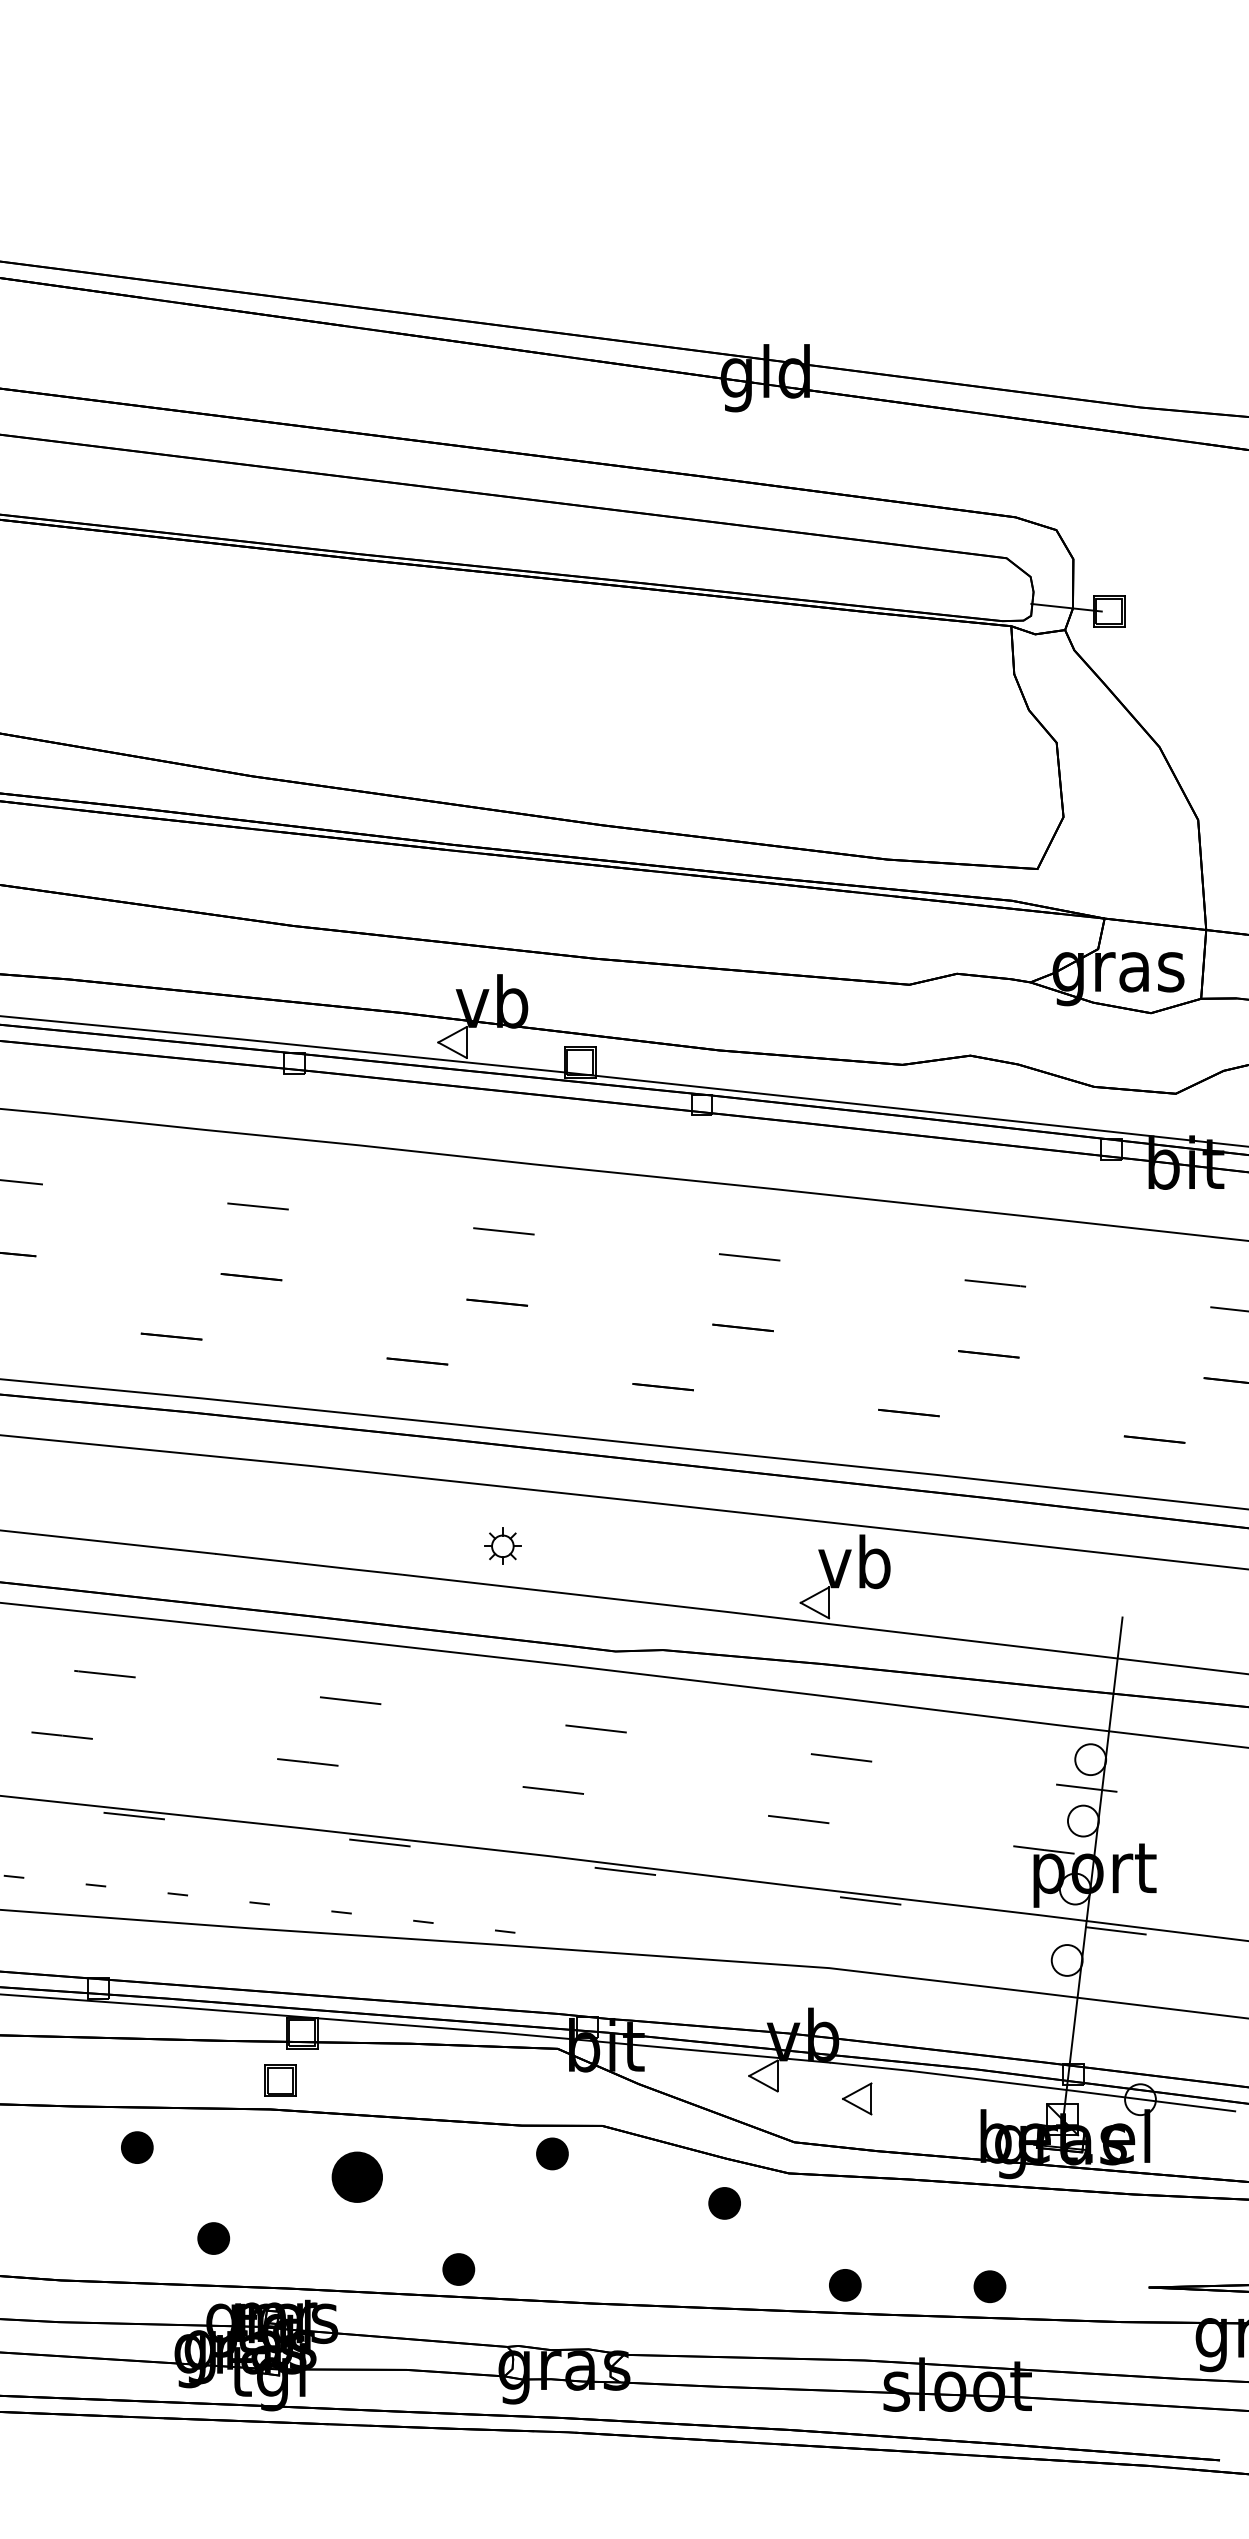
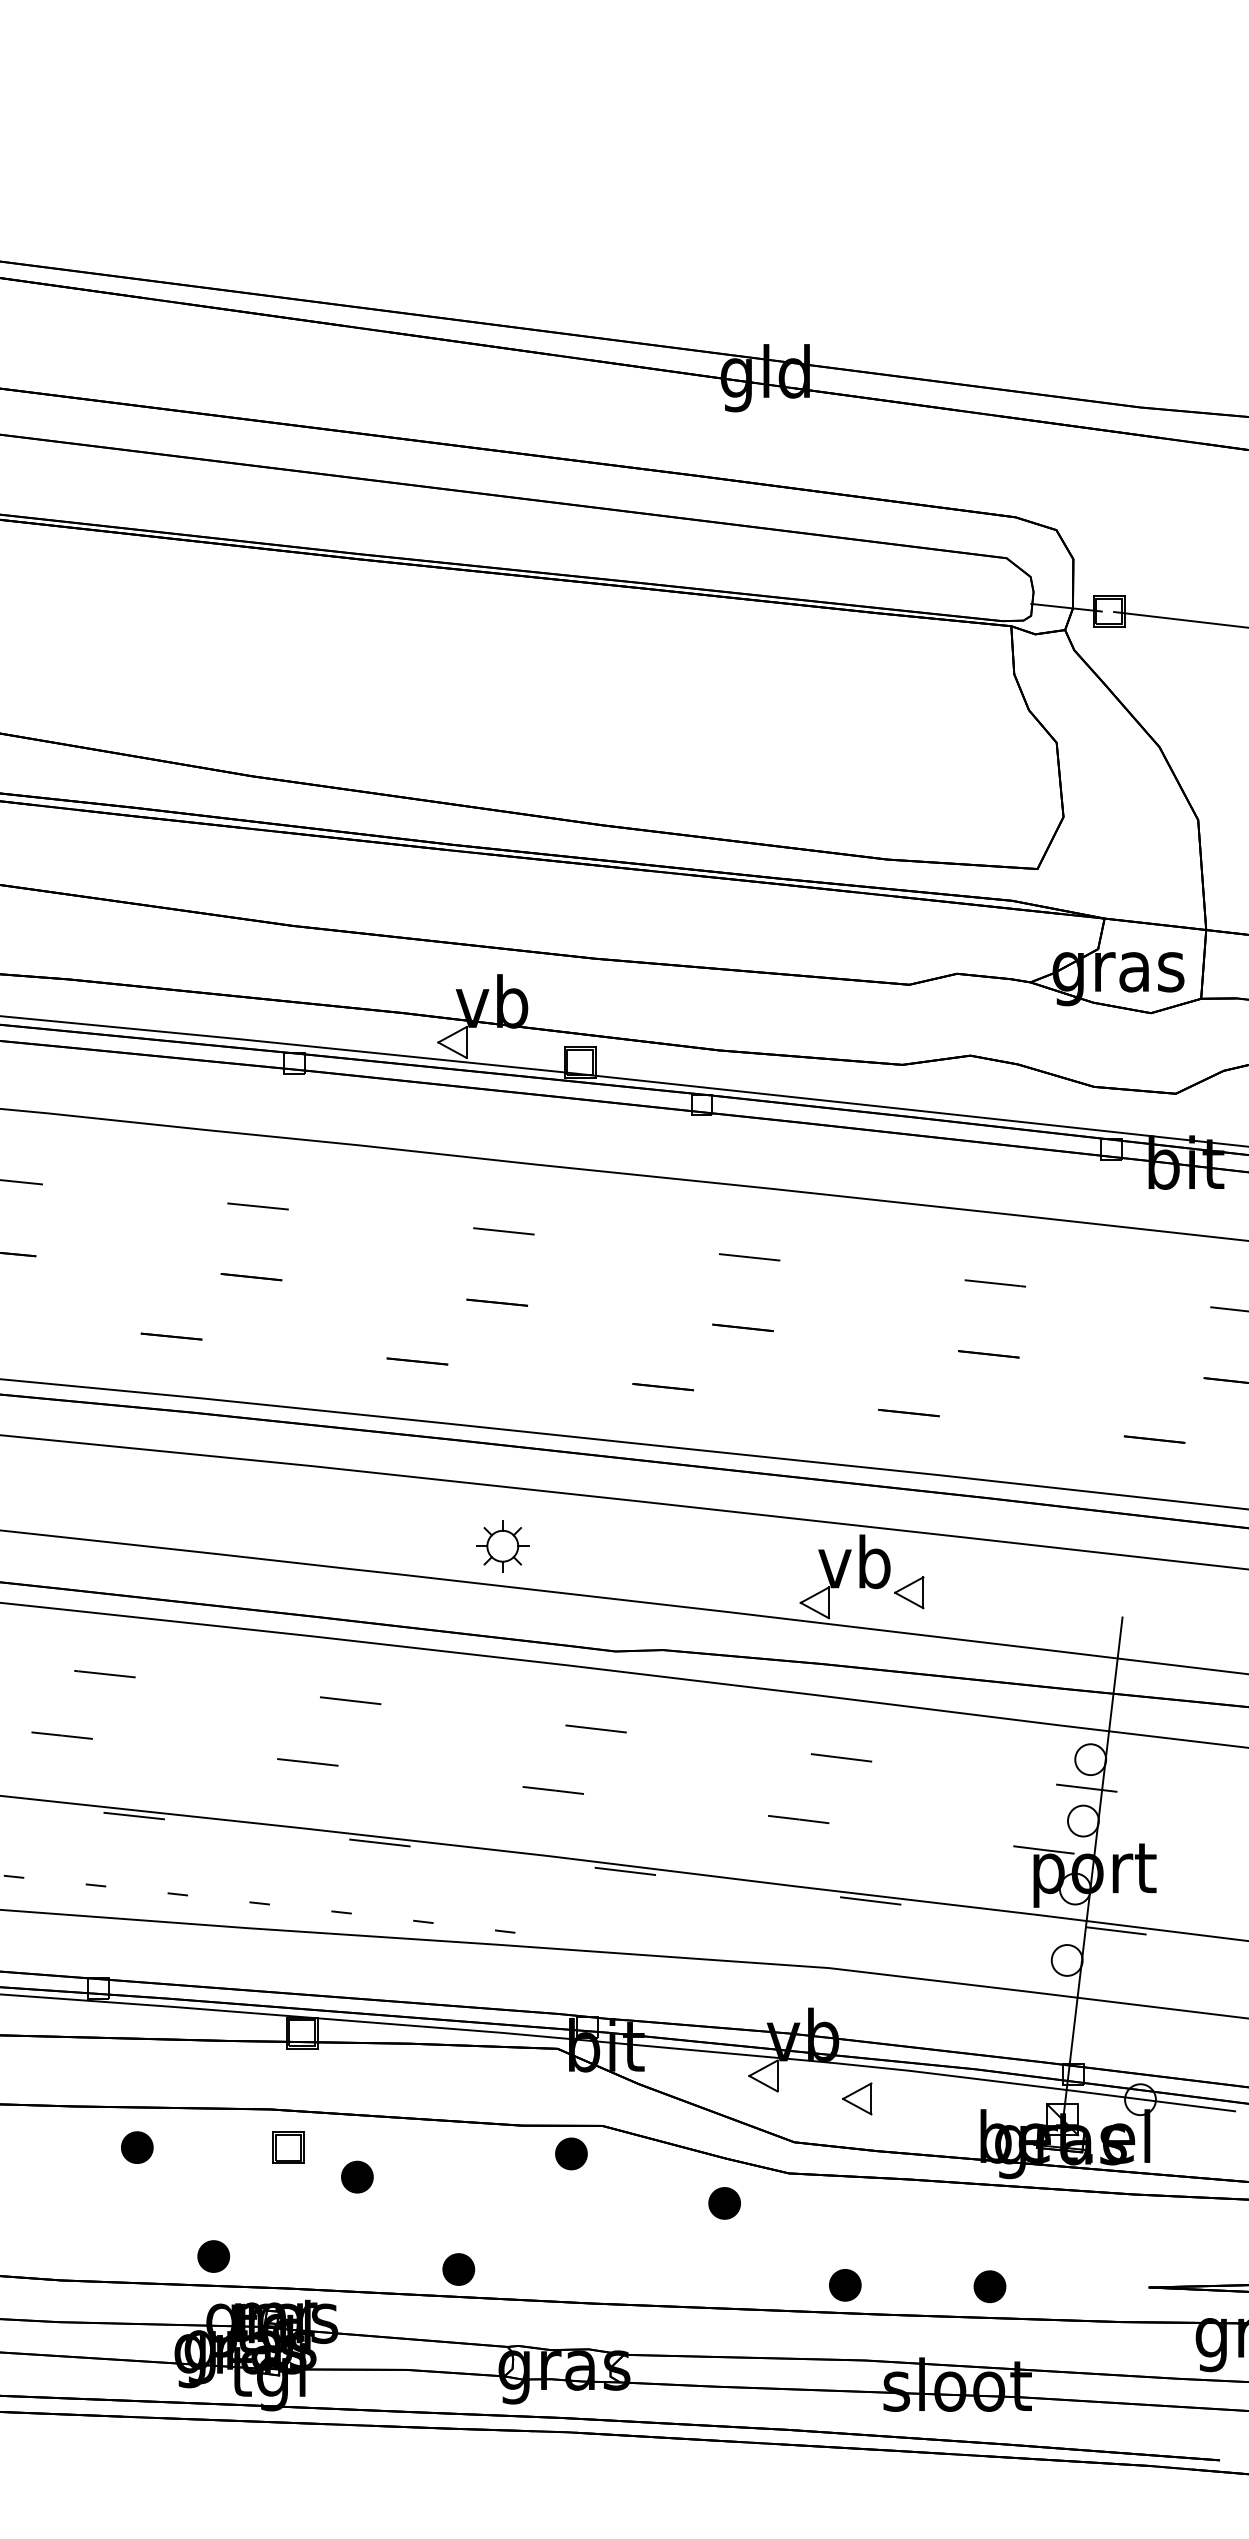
line at (1179, 619): none -> present
part at (502, 1545) size: 38x38 px -> 54x53 px
part at (909, 1592): none -> present
part at (280, 2080) position: (280, 2080) -> (288, 2147)
part at (552, 2153) position: (552, 2153) -> (571, 2153)
part at (356, 2176) size: 52x52 px -> 33x34 px
part at (213, 2238) position: (213, 2238) -> (213, 2256)
